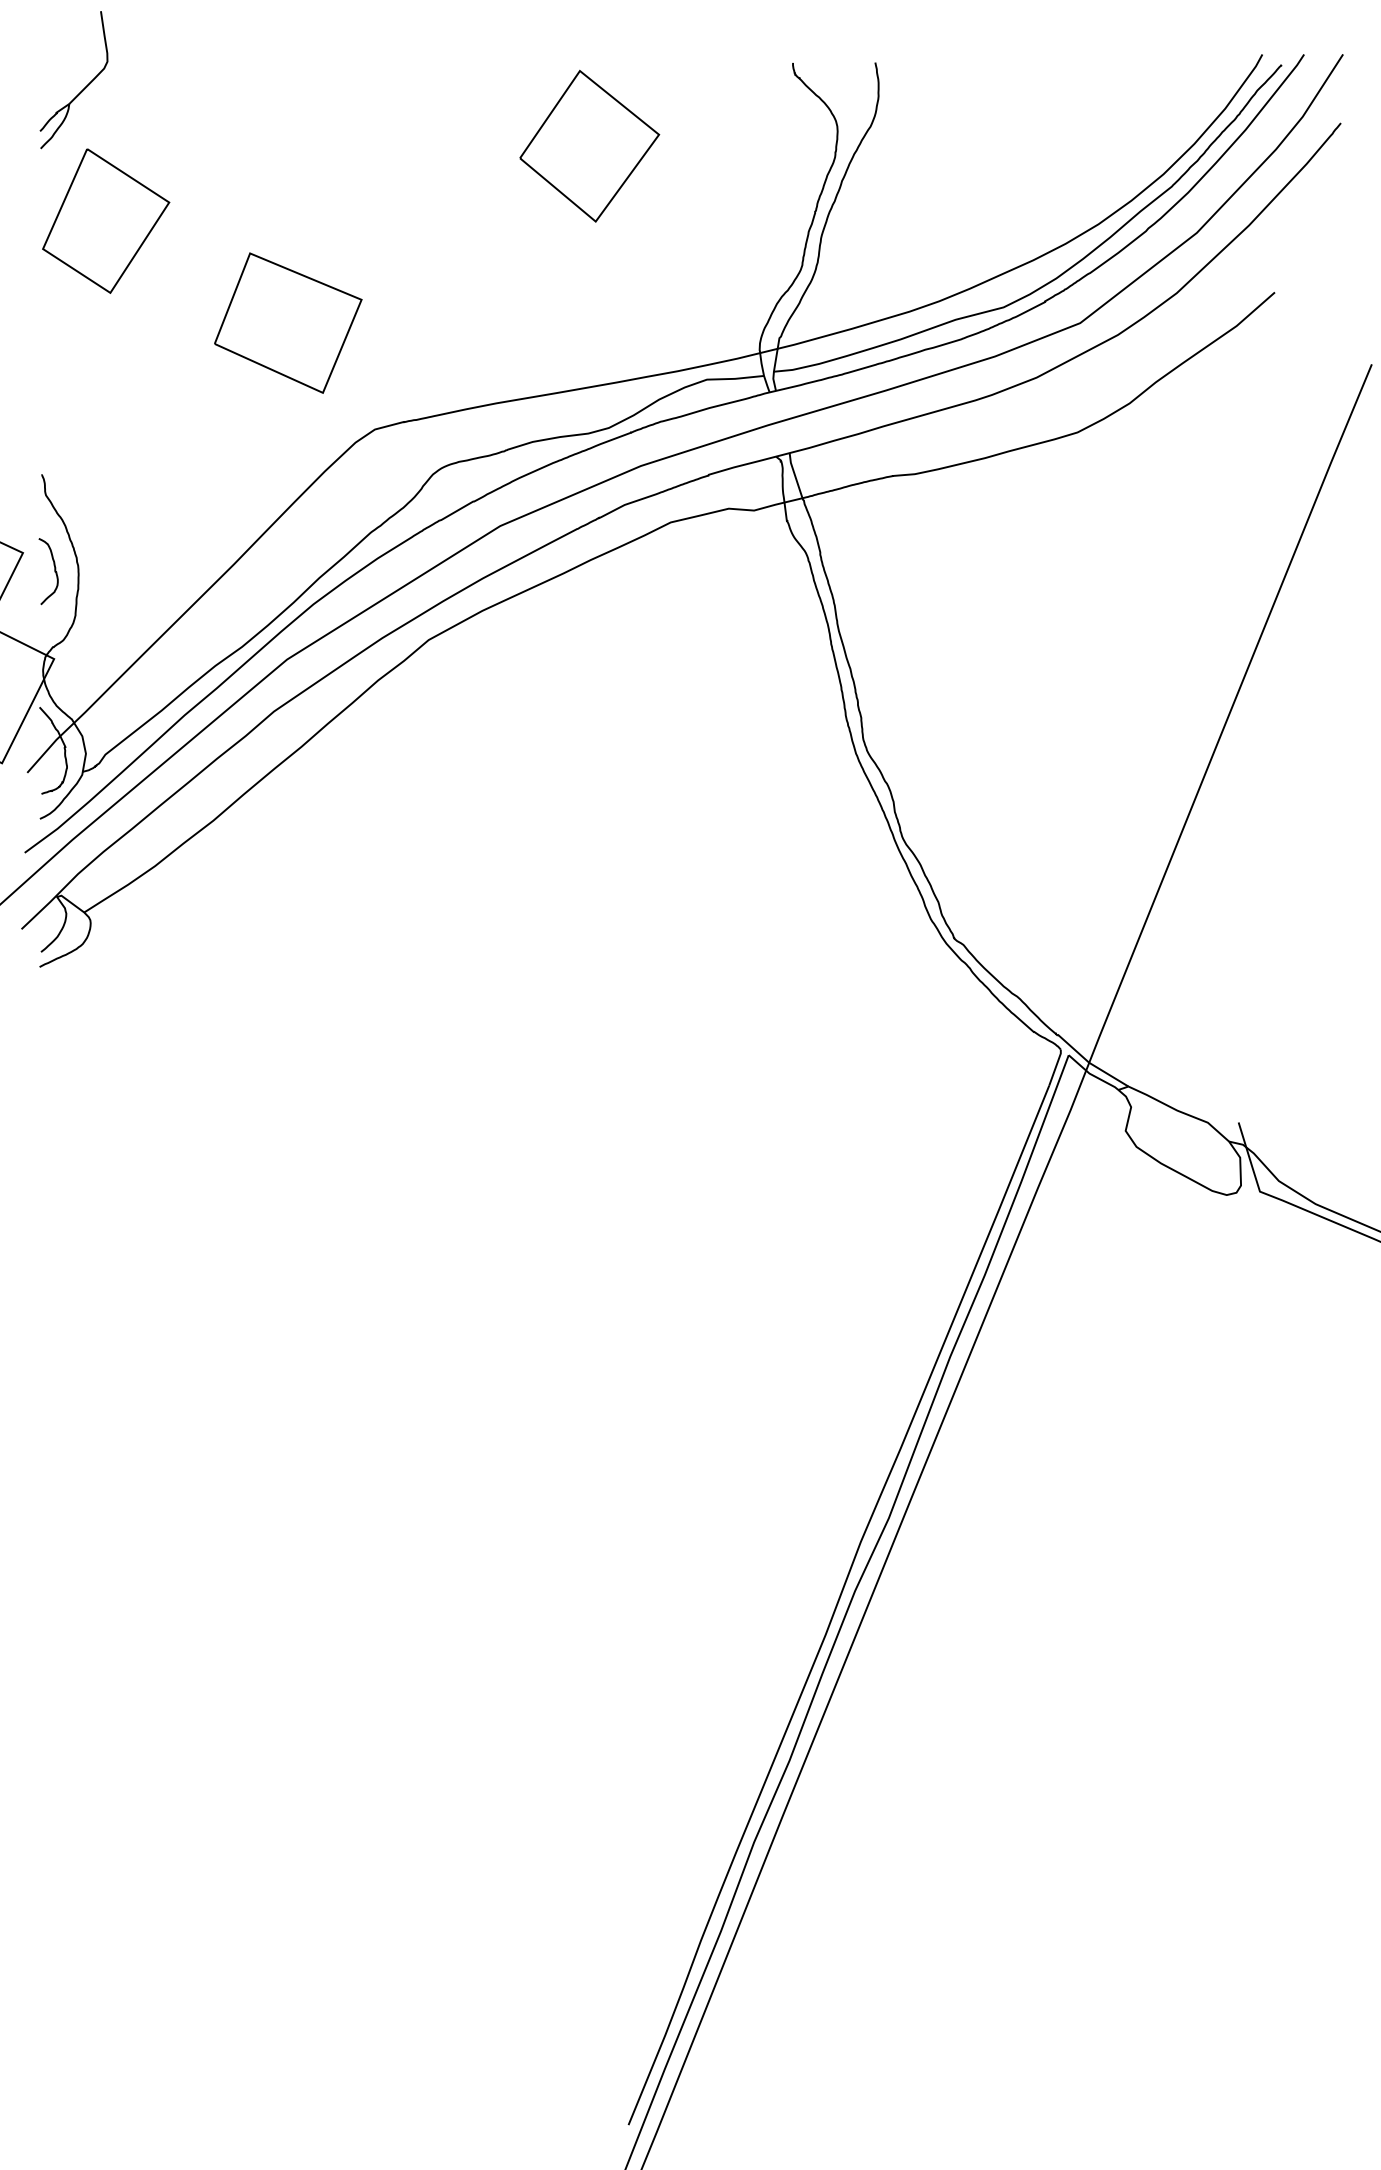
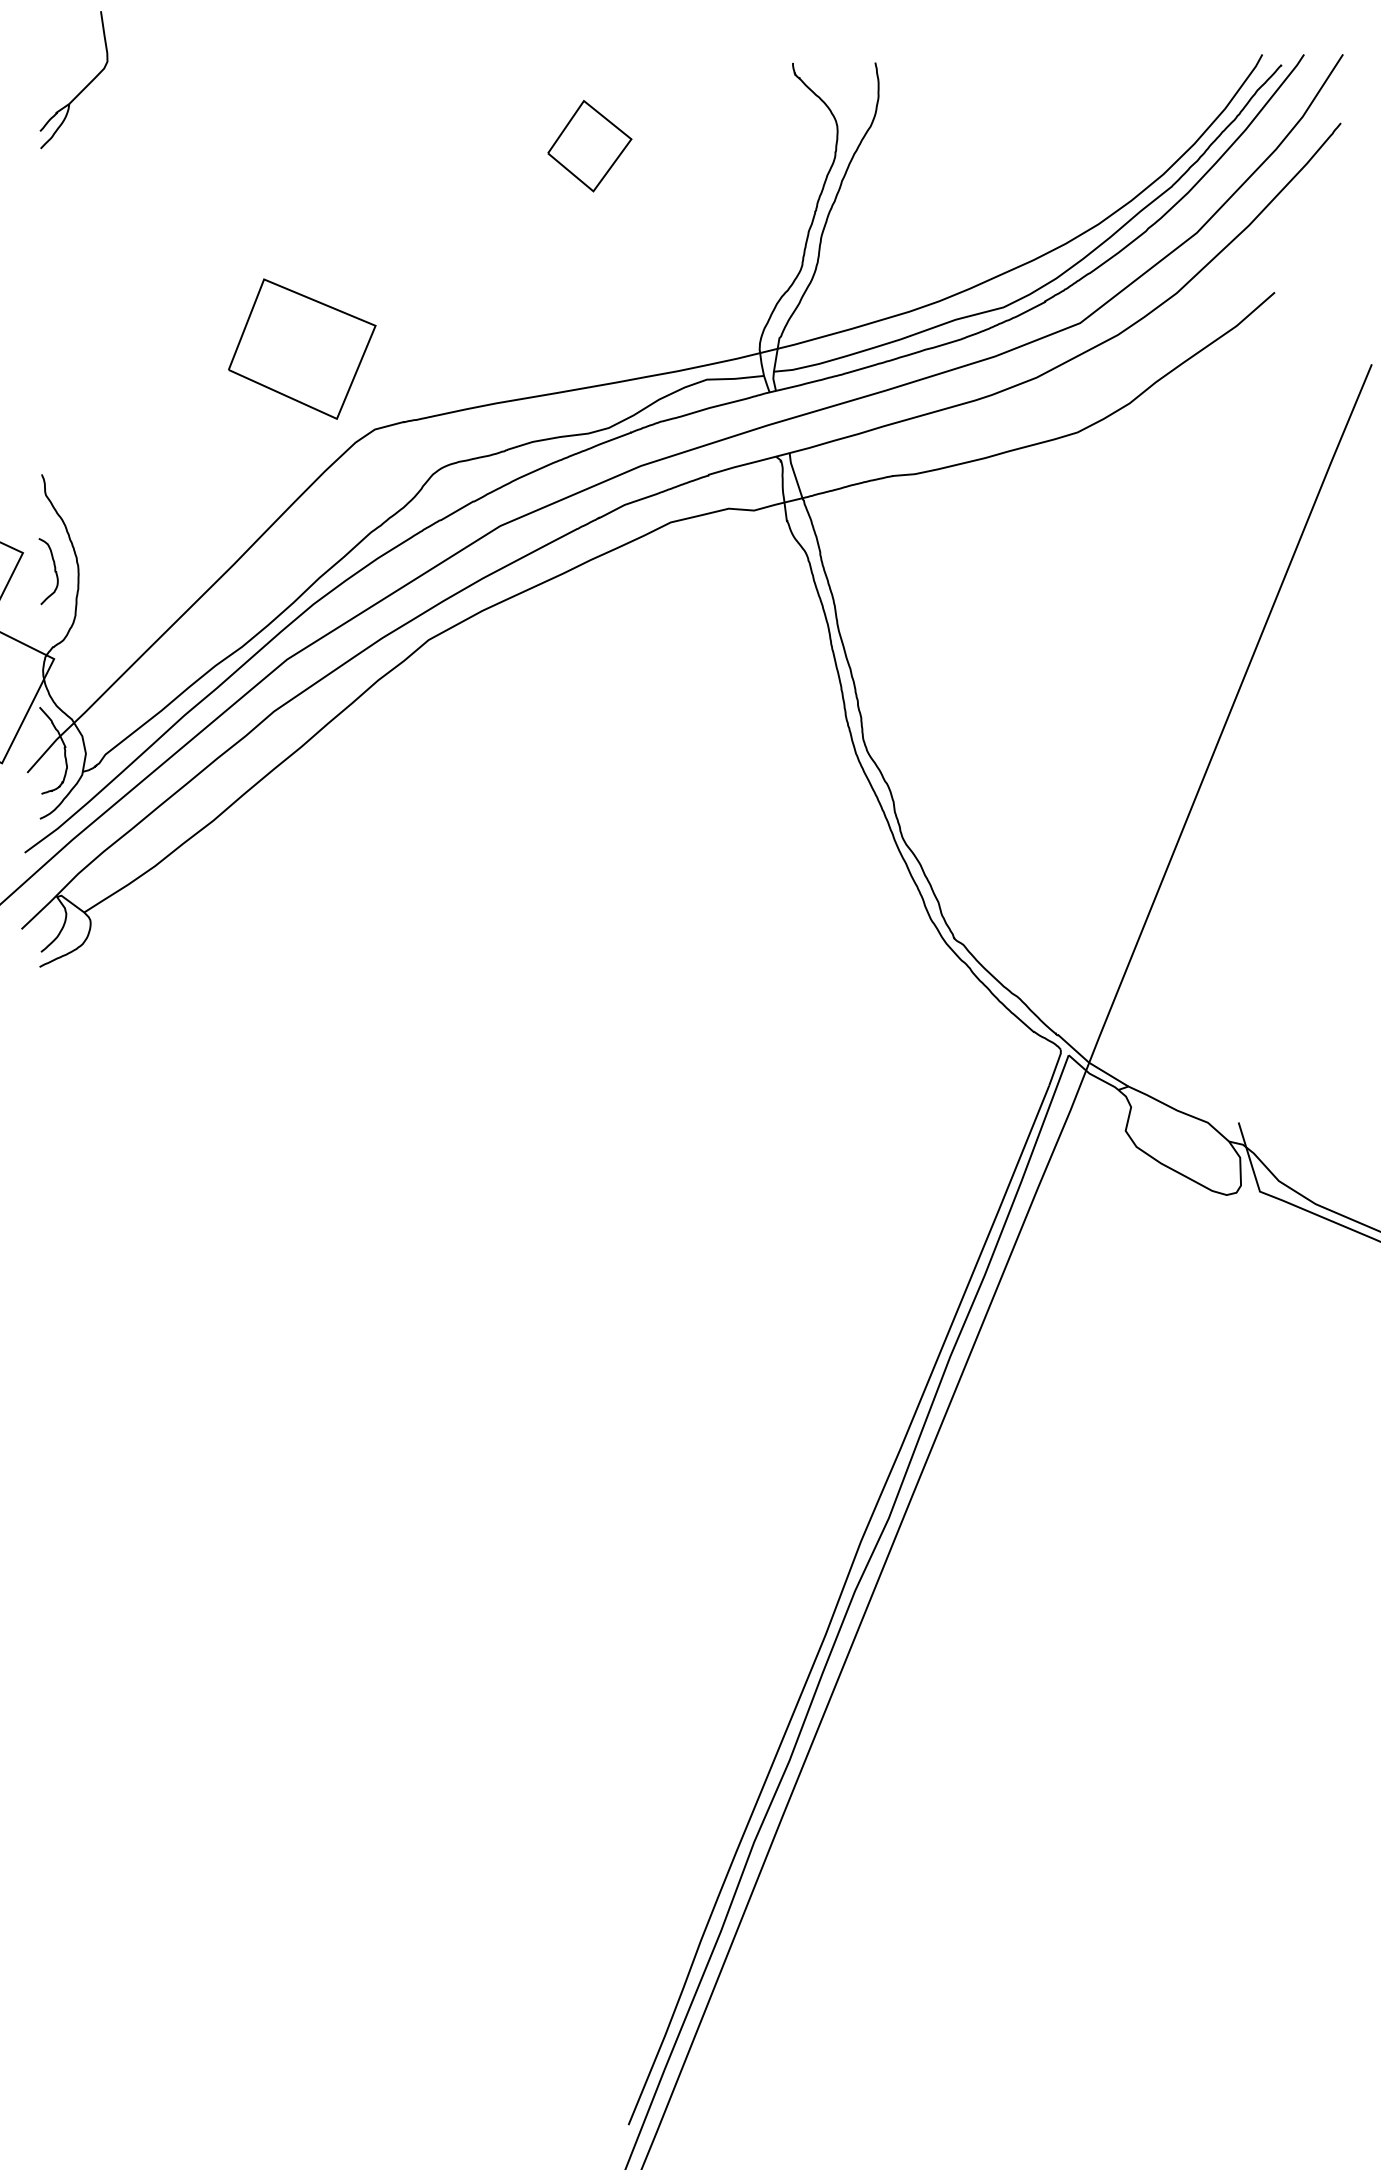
part at (589, 145) size: 142x154 px -> 86x94 px
part at (106, 220): present -> none
part at (288, 322) position: (288, 322) -> (302, 348)
